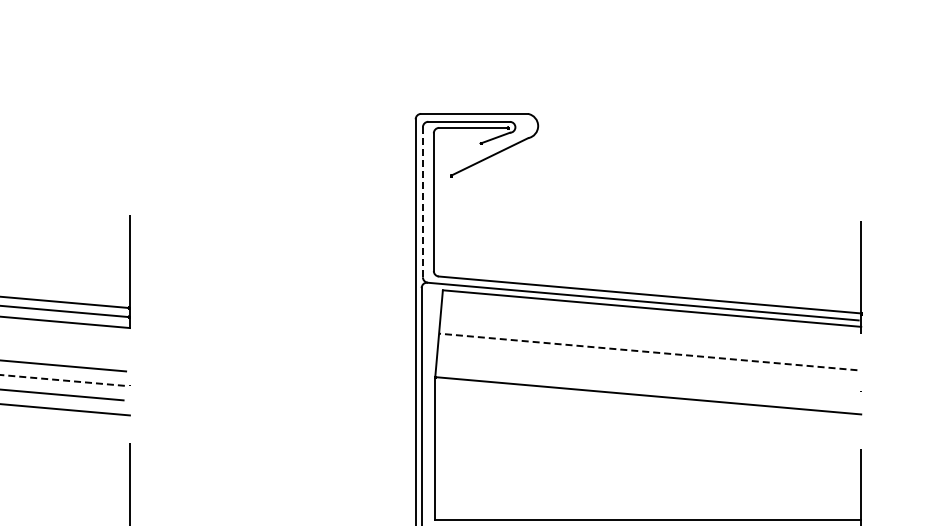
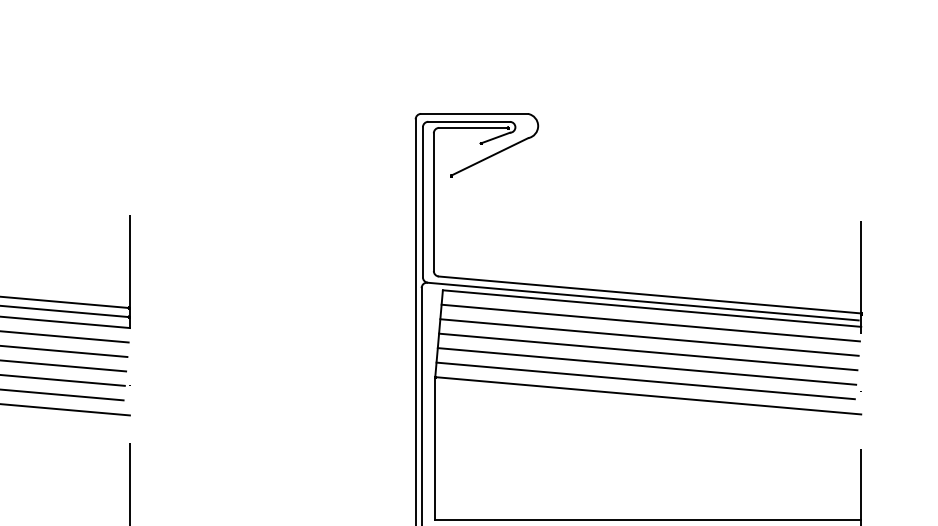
line at (422, 201): dashed -> solid
line at (650, 322): none -> present
line at (65, 336): none -> present
line at (649, 337): none -> present
line at (64, 351): none -> present
line at (648, 351): dashed -> solid
line at (646, 366): none -> present
line at (62, 380): dashed -> solid
line at (645, 380): none -> present
